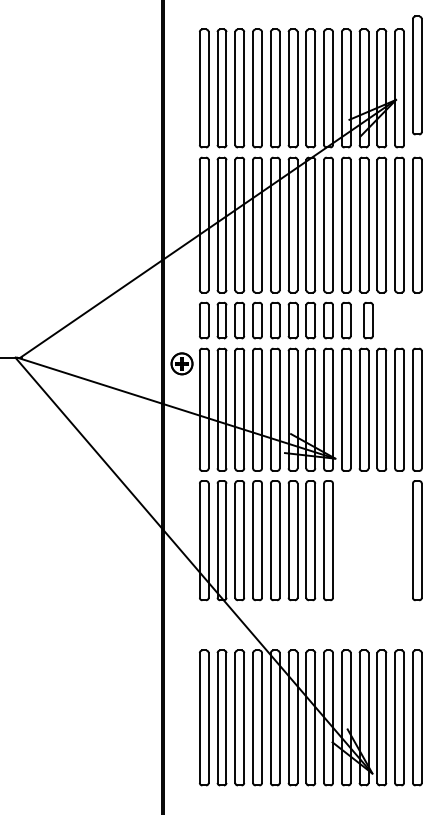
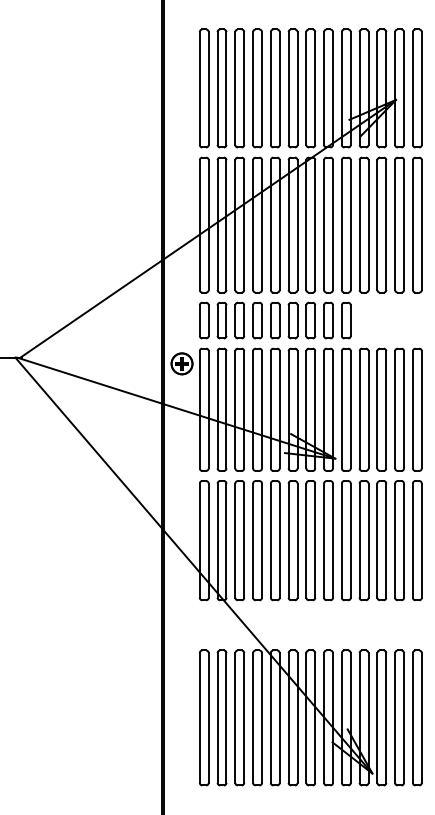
part at (417, 75) position: (417, 75) -> (417, 88)
part at (368, 320): present -> none
part at (372, 540): none -> present
